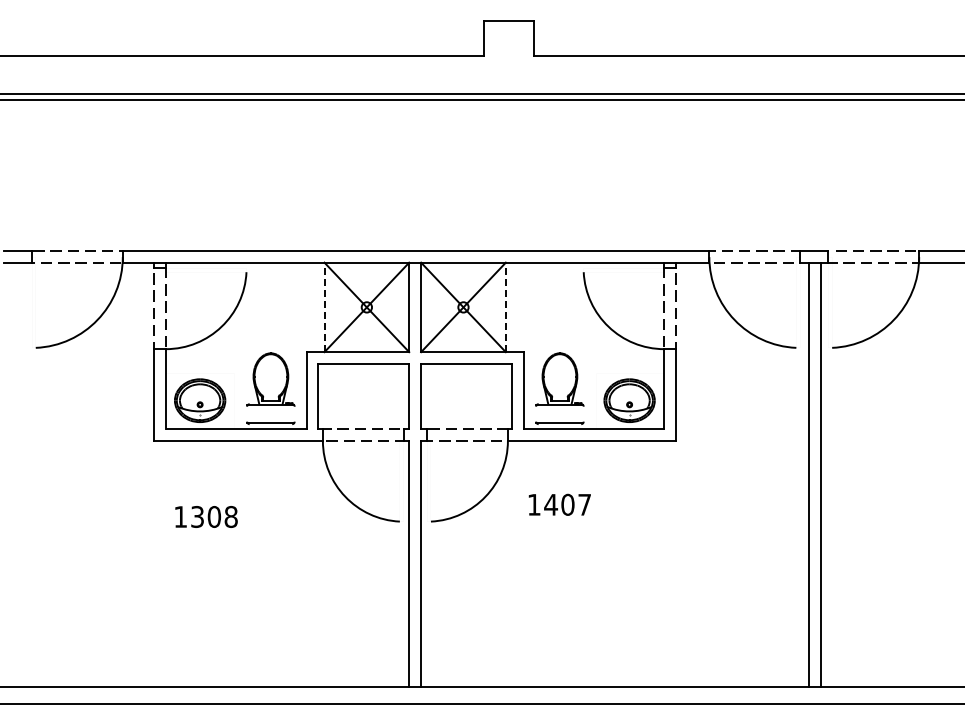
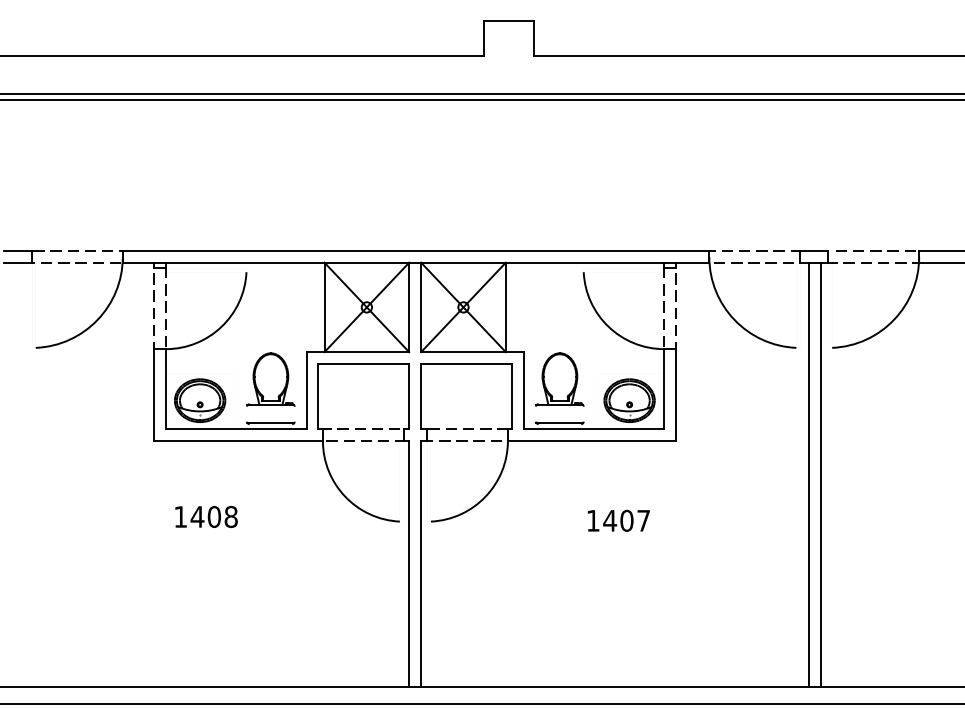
line at (324, 307): dashed -> solid
line at (505, 307): dashed -> solid
text at (559, 504) position: (559, 504) -> (618, 520)
text at (197, 516): 1308 -> 1408
